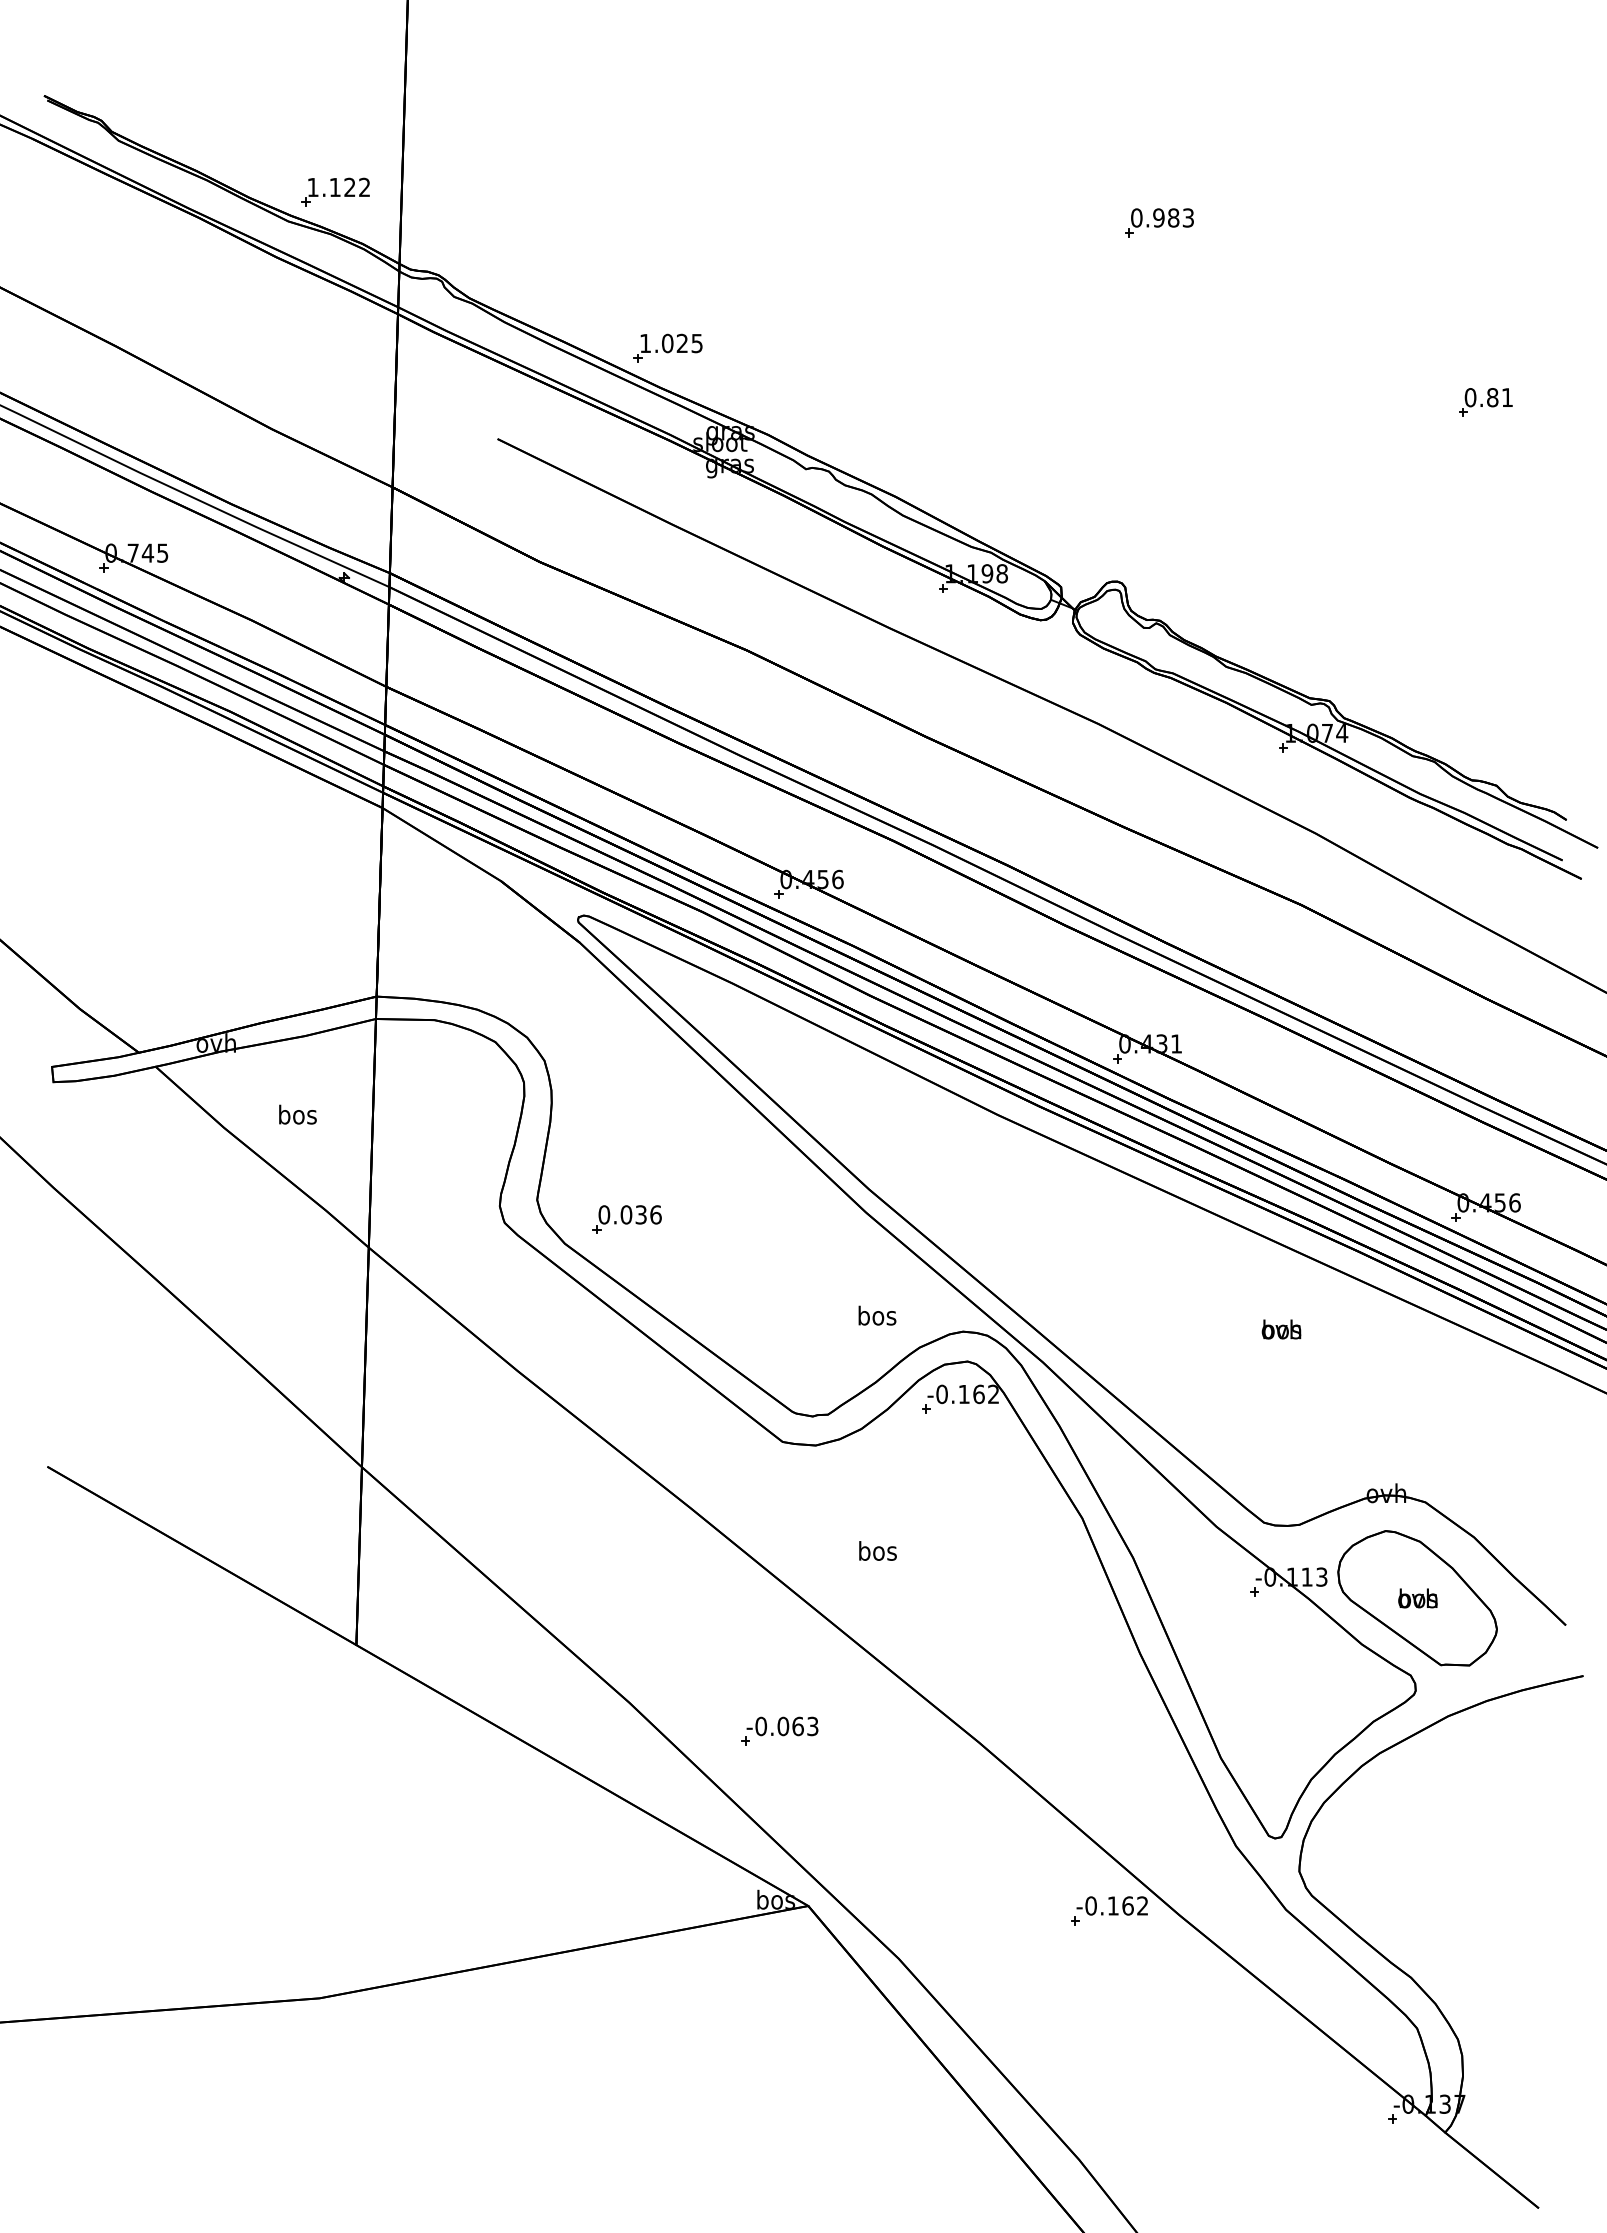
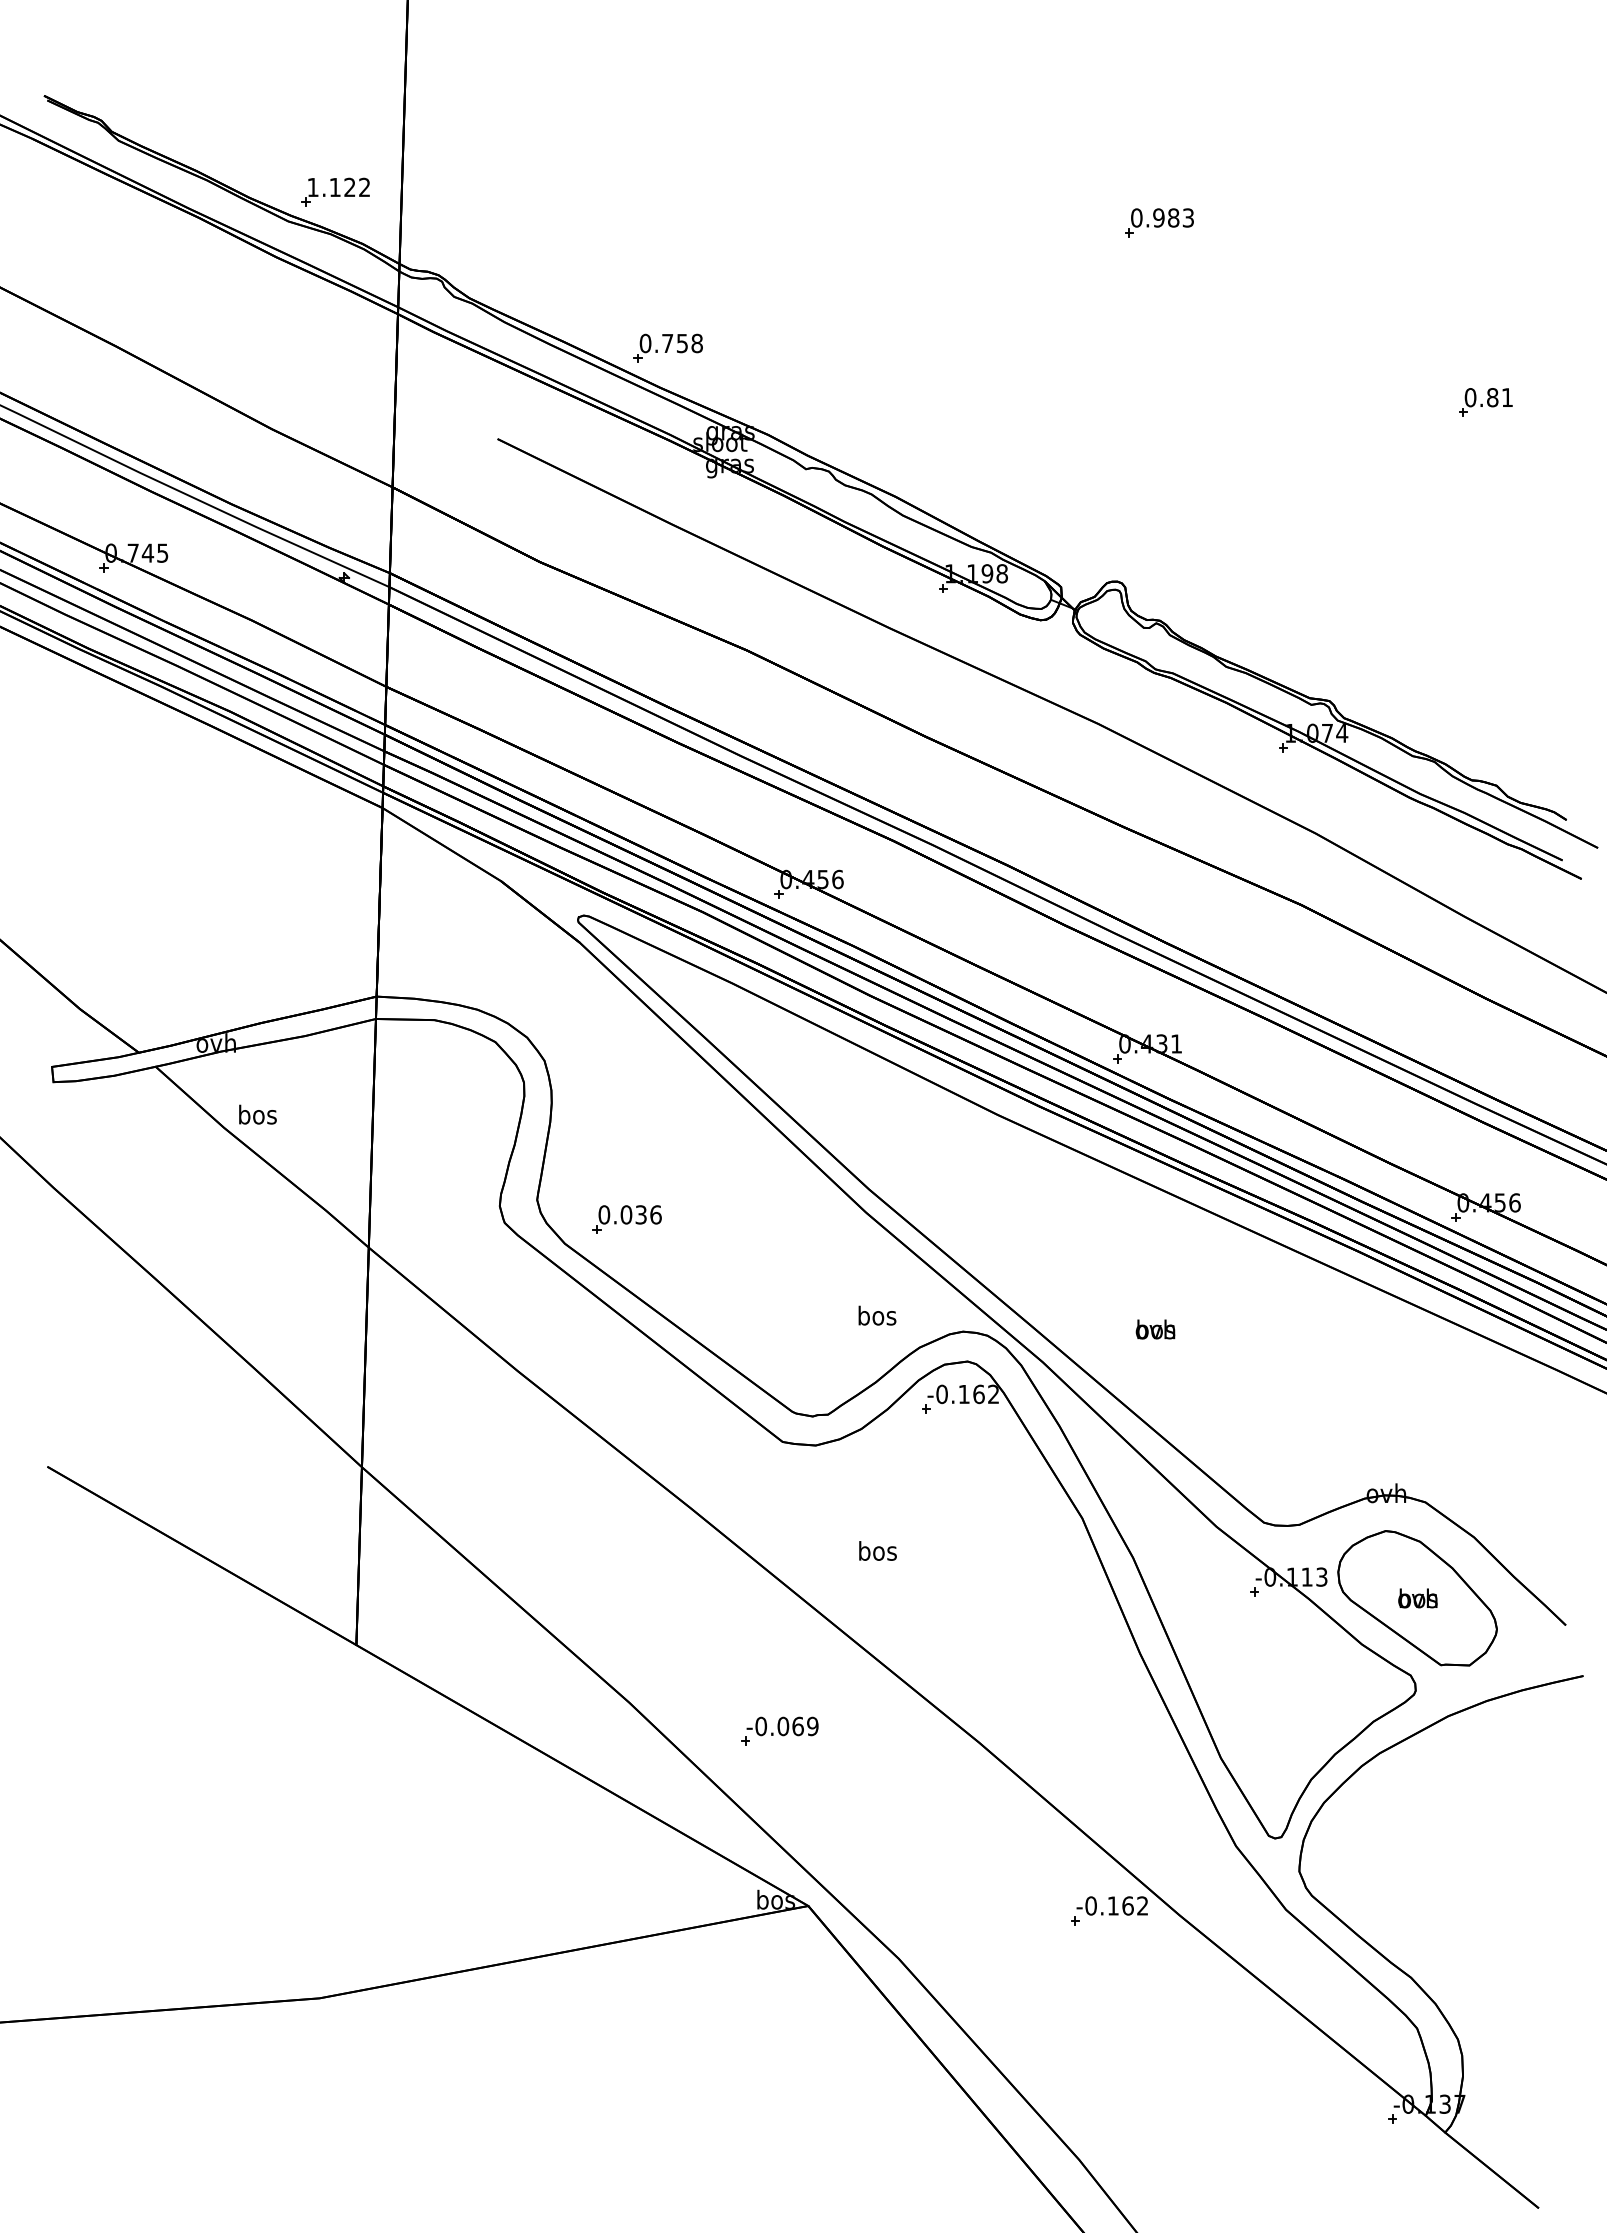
text at (670, 343): 1.025 -> 0.758
text at (297, 1114) position: (297, 1114) -> (257, 1114)
text at (1281, 1329) position: (1281, 1329) -> (1155, 1329)
text at (812, 1726): -0.063 -> -0.069
